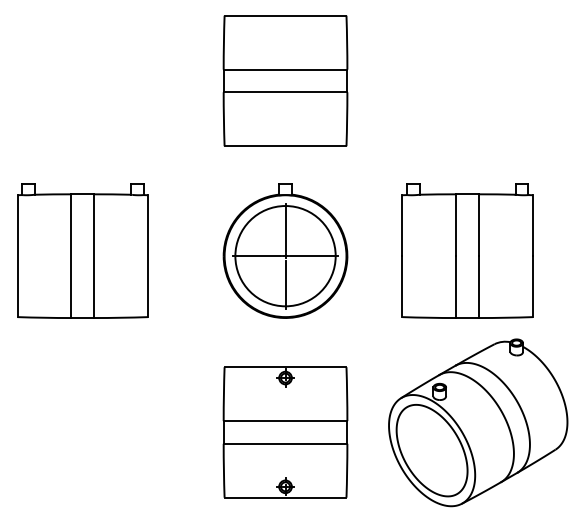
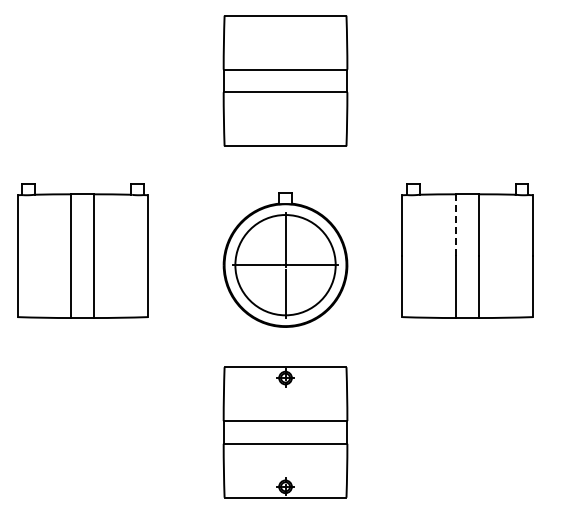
line at (456, 225): solid -> dashed
part at (285, 250) position: (285, 250) -> (285, 259)
part at (478, 422): present -> none
